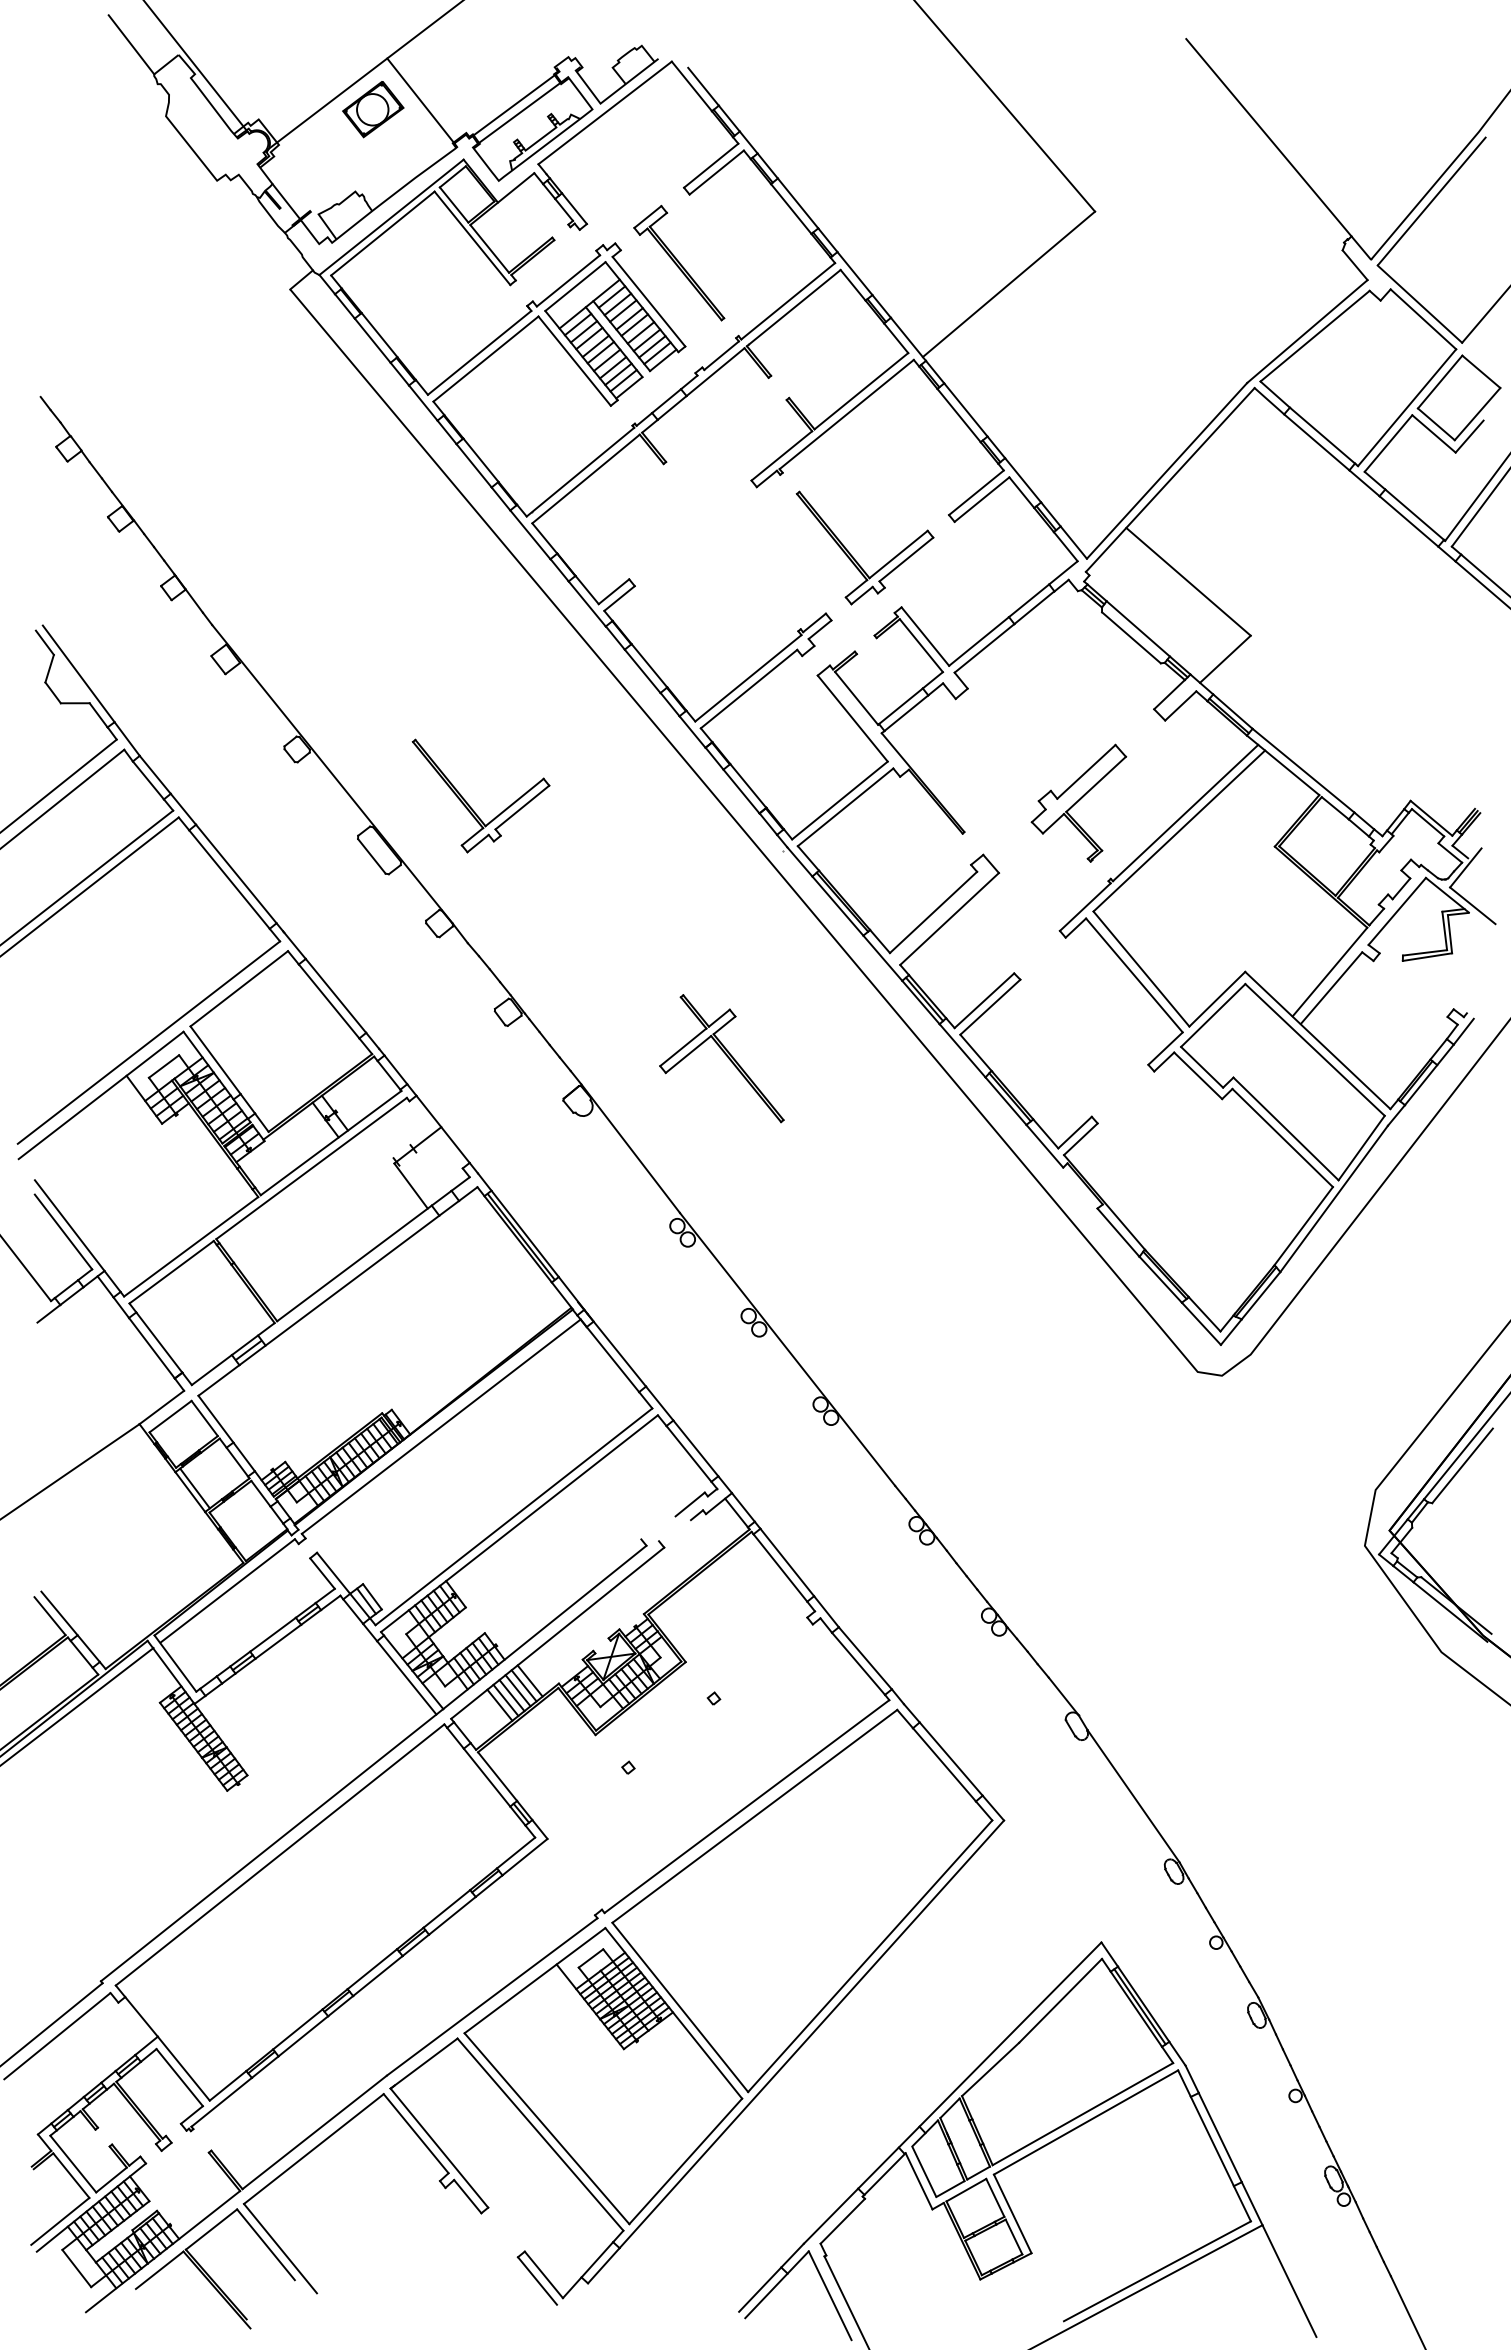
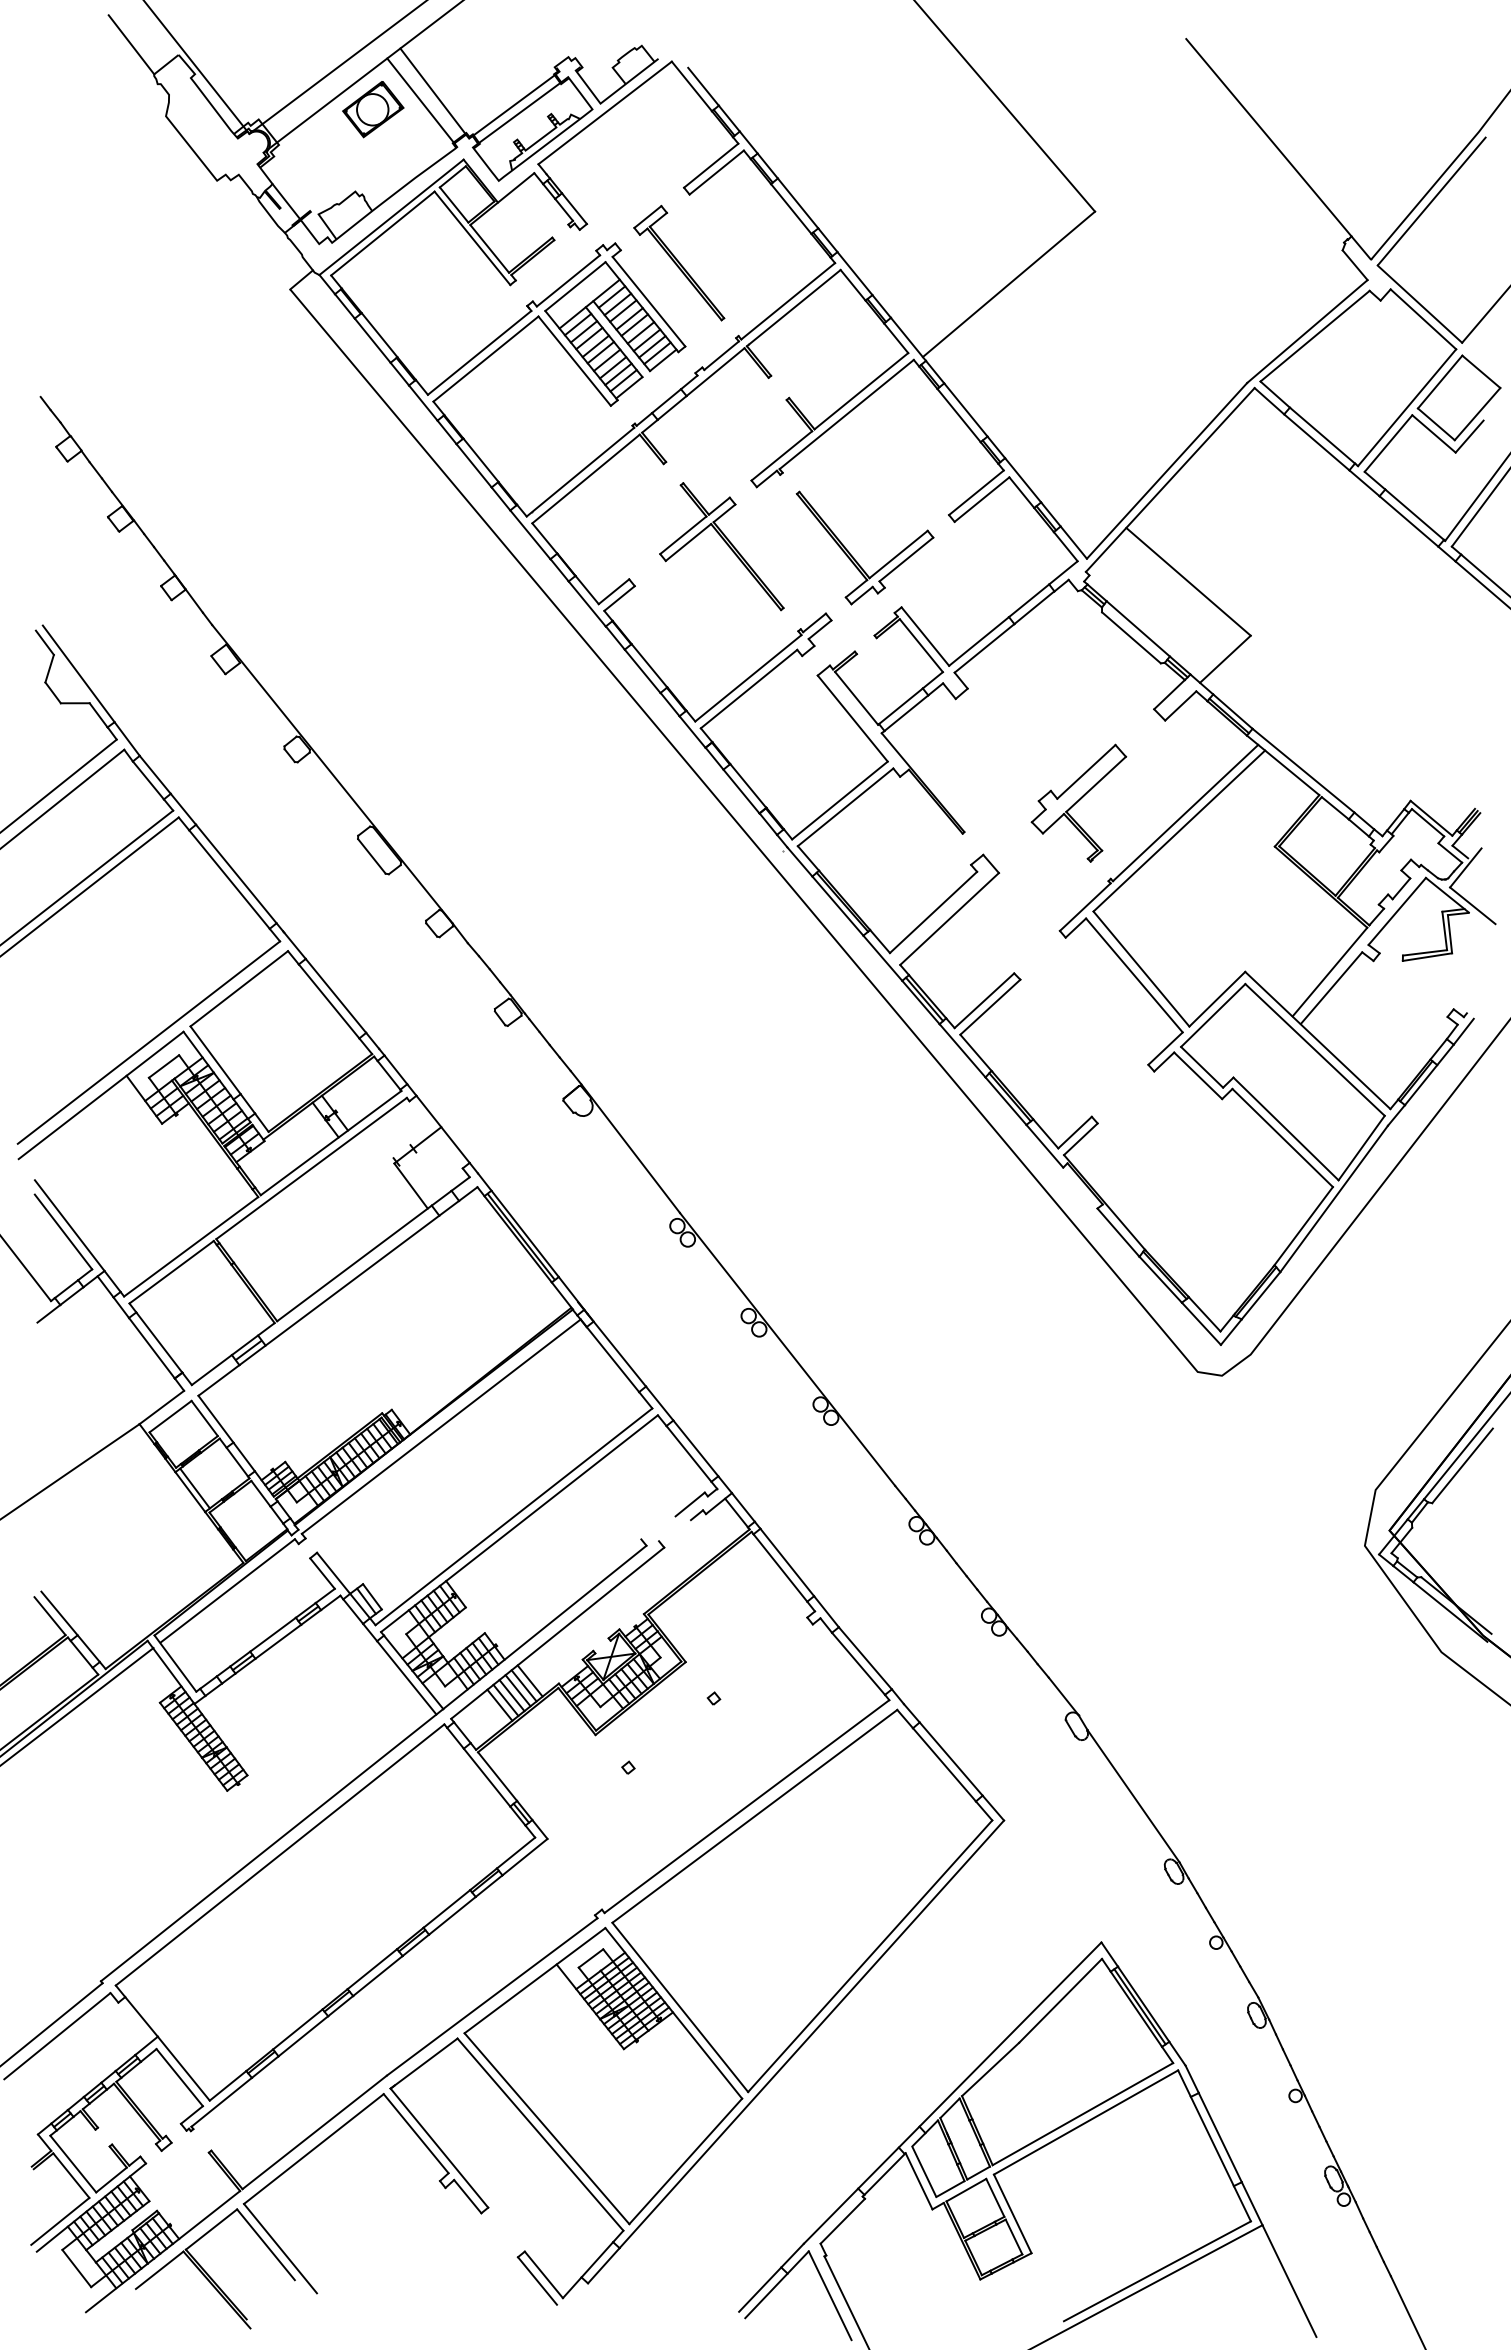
line at (336, 67): none -> present
line at (433, 91): none -> present
part at (469, 804): present -> none
part at (721, 1058) position: (721, 1058) -> (721, 546)
